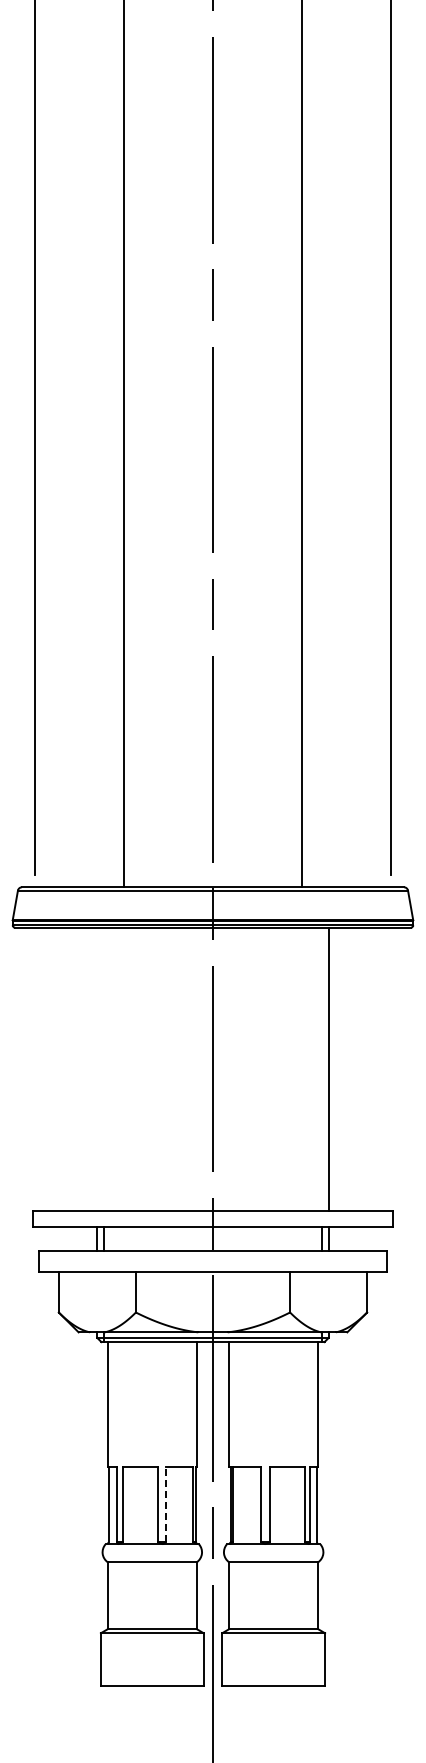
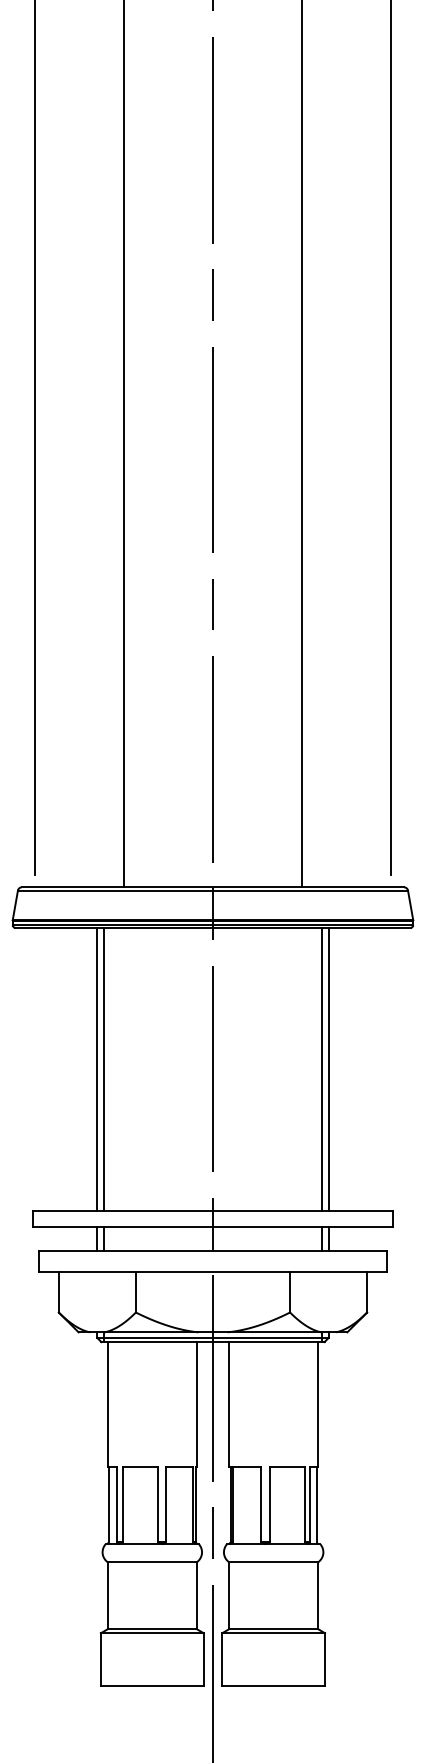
line at (97, 1068): none -> present
line at (104, 1068): none -> present
line at (321, 1068): none -> present
line at (166, 1504): dashed -> solid
